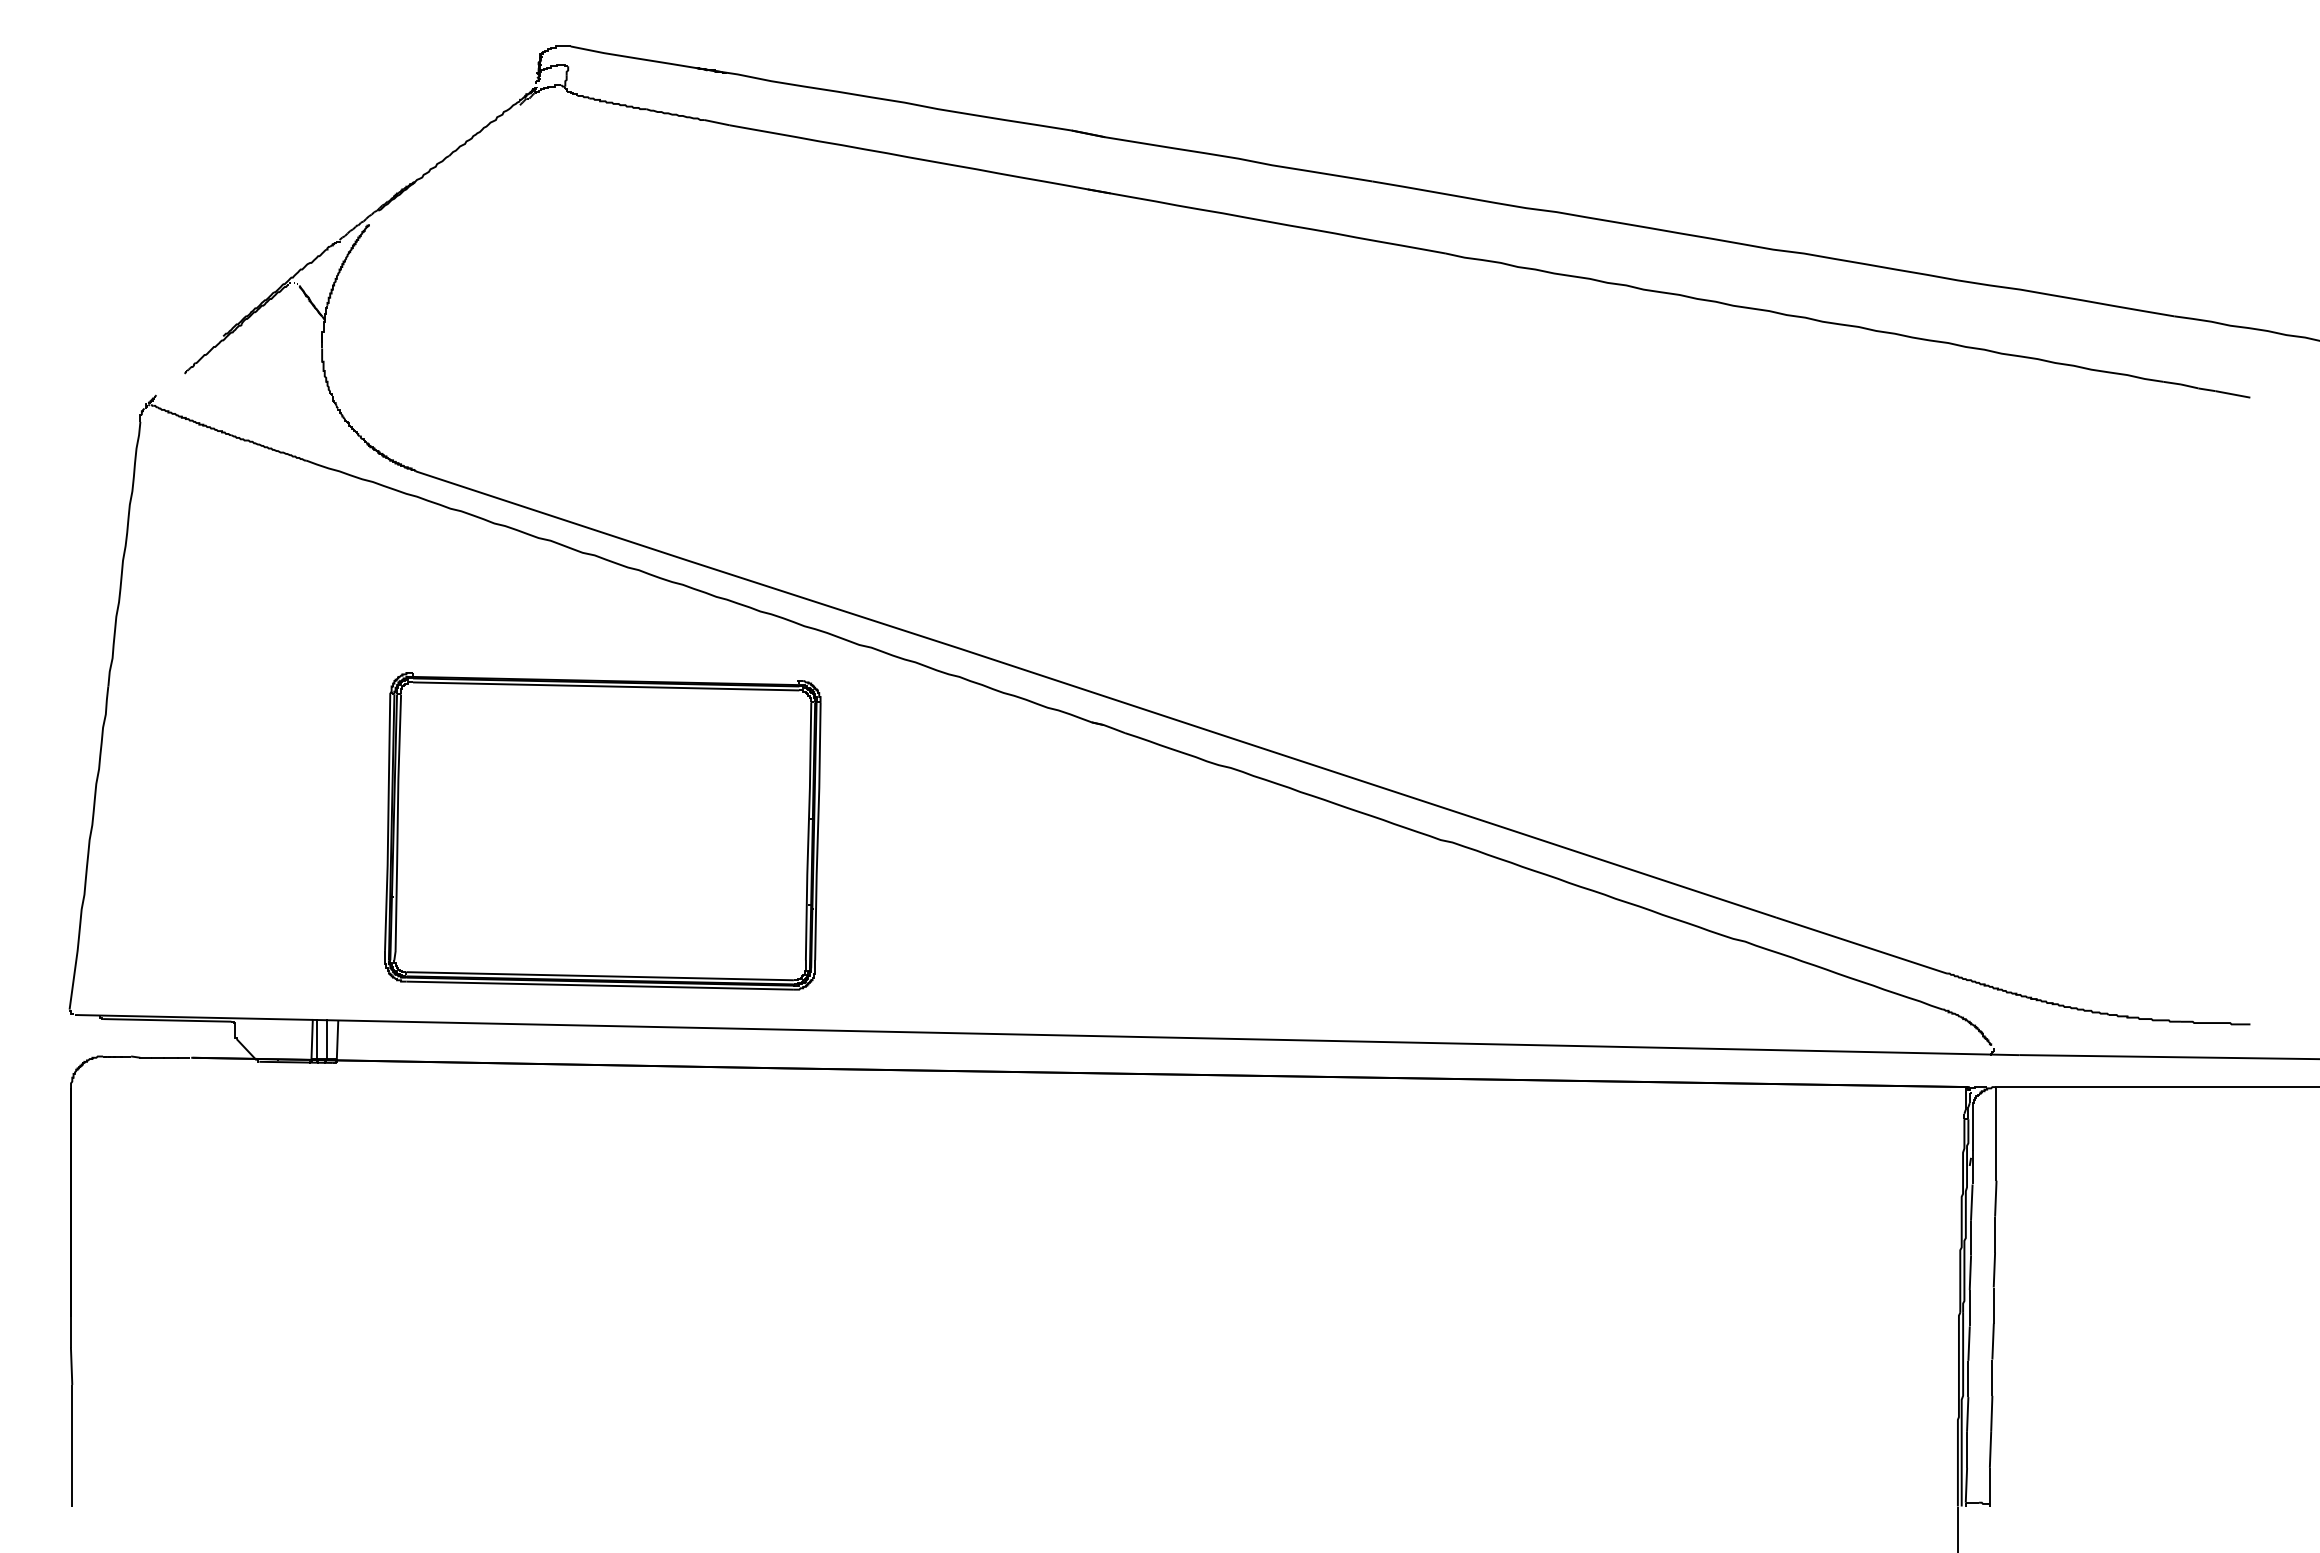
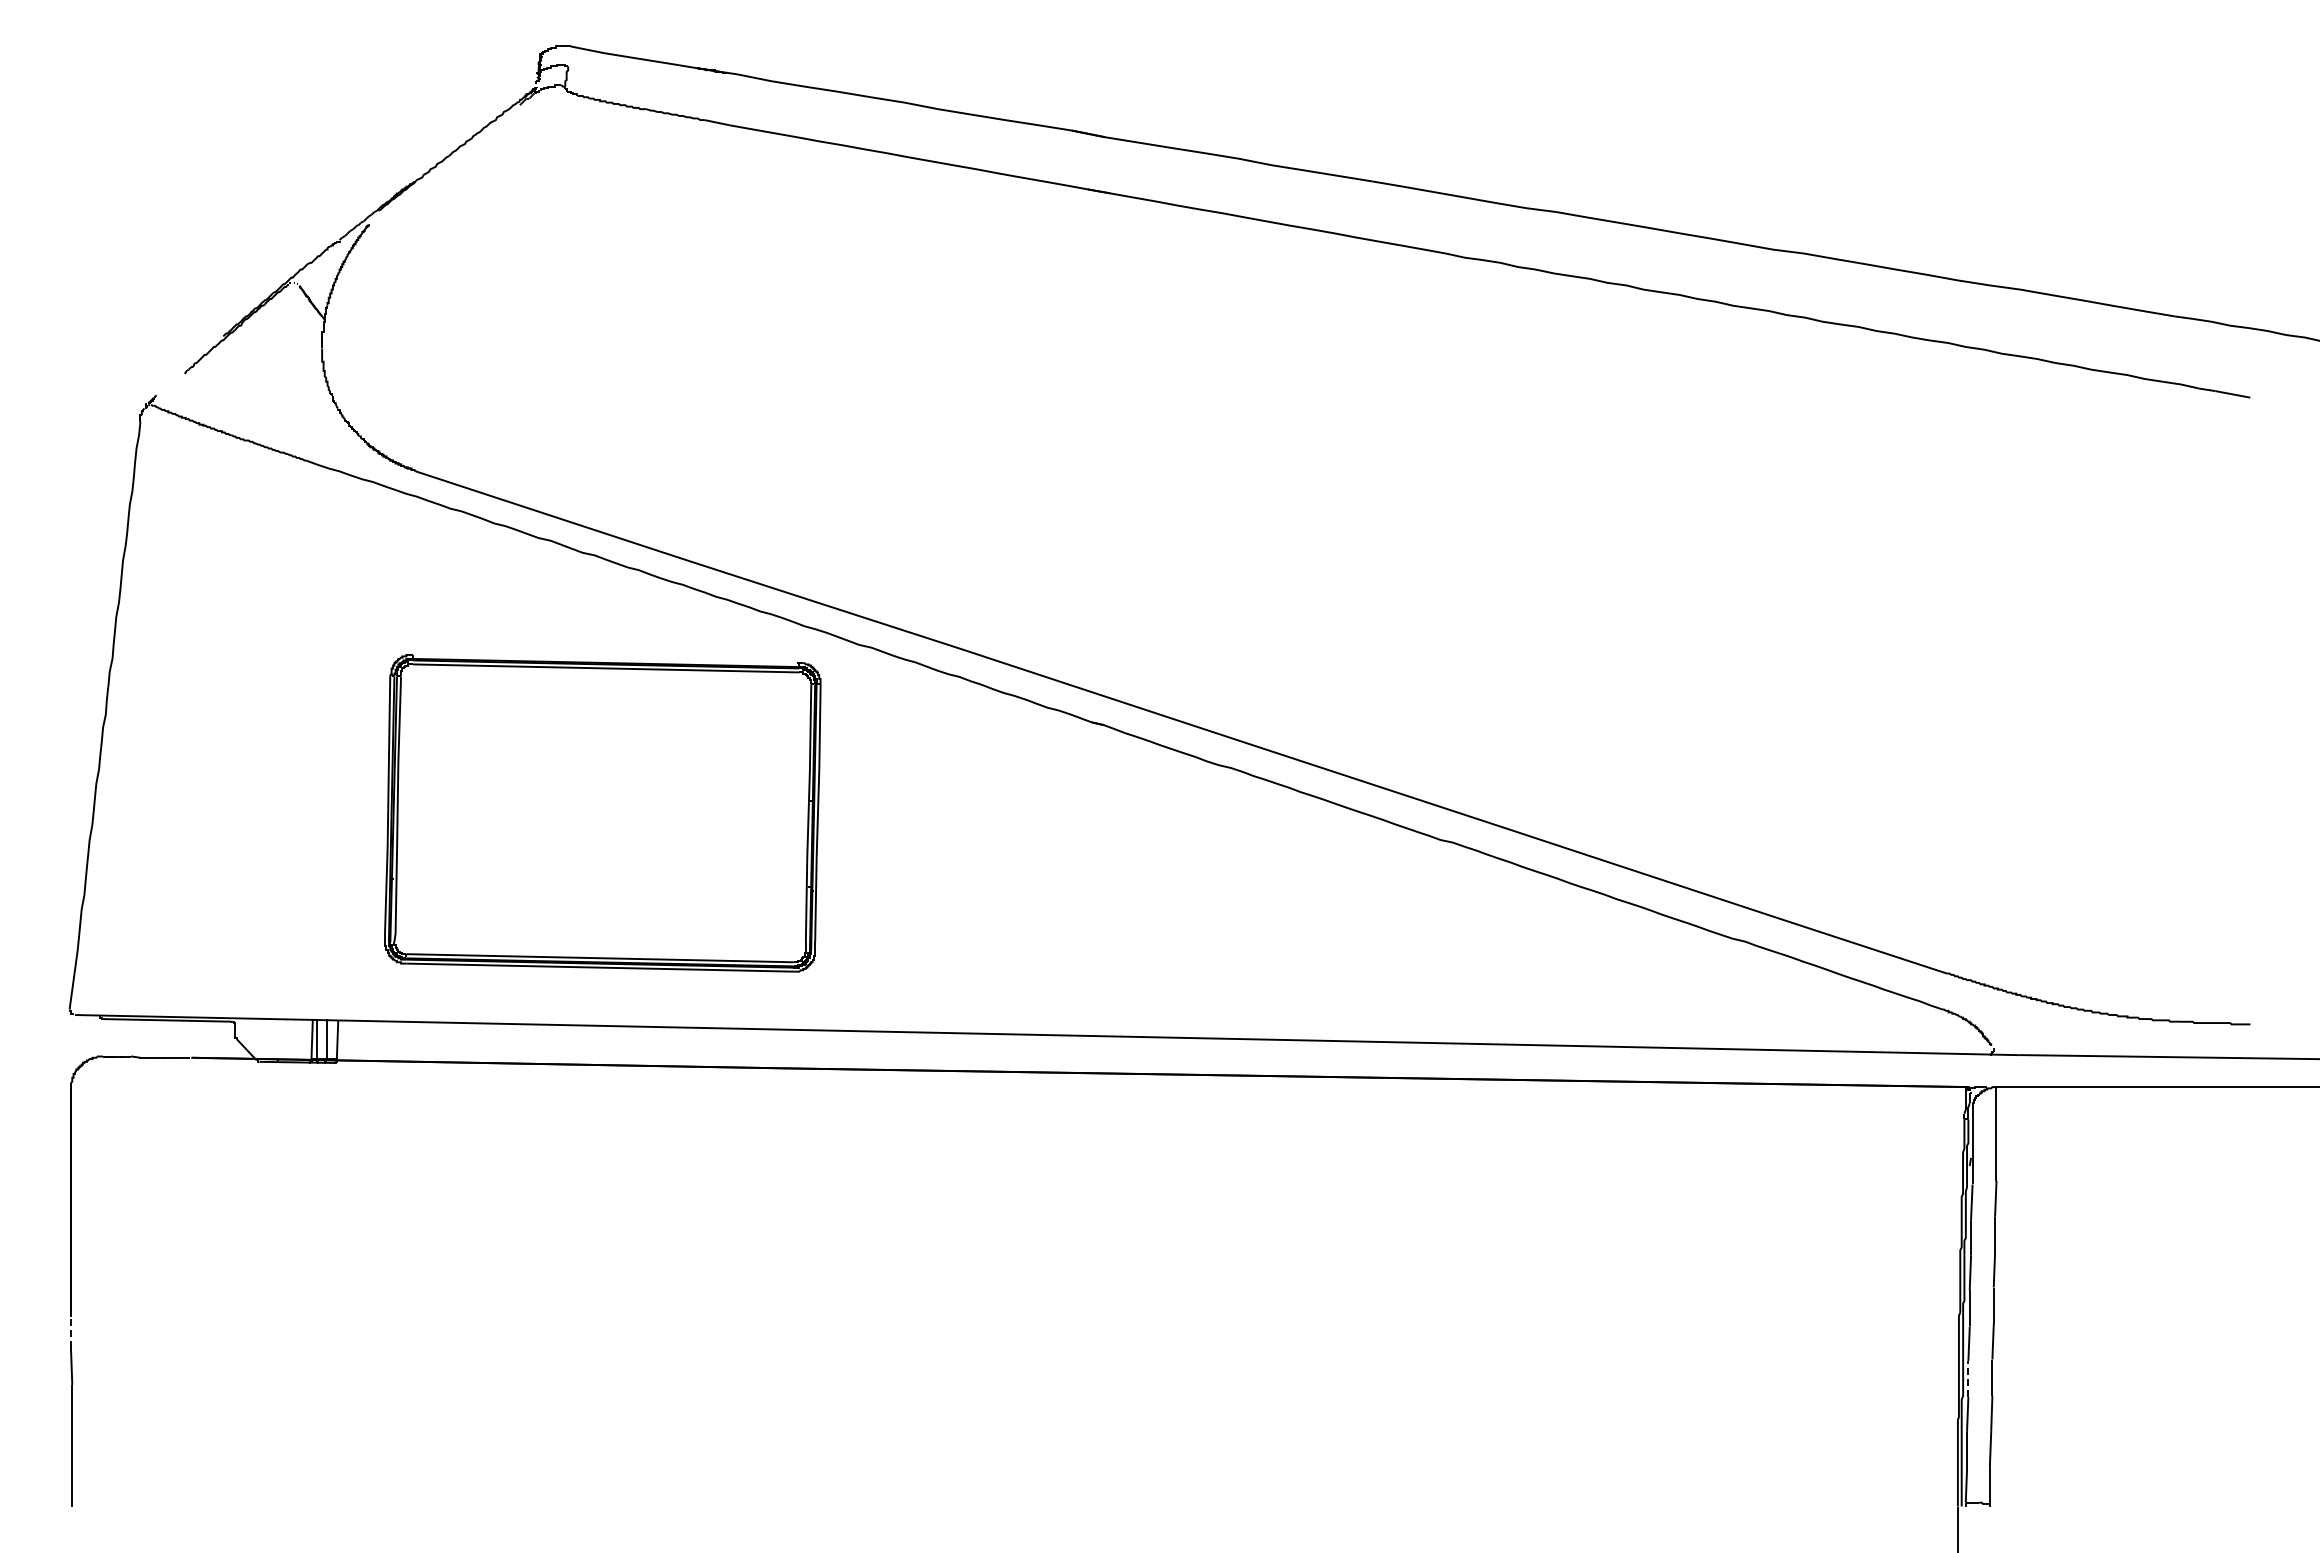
part at (602, 831) position: (602, 831) -> (602, 813)
line at (71, 1329): solid -> dashed
line at (1968, 1378): solid -> dashed
